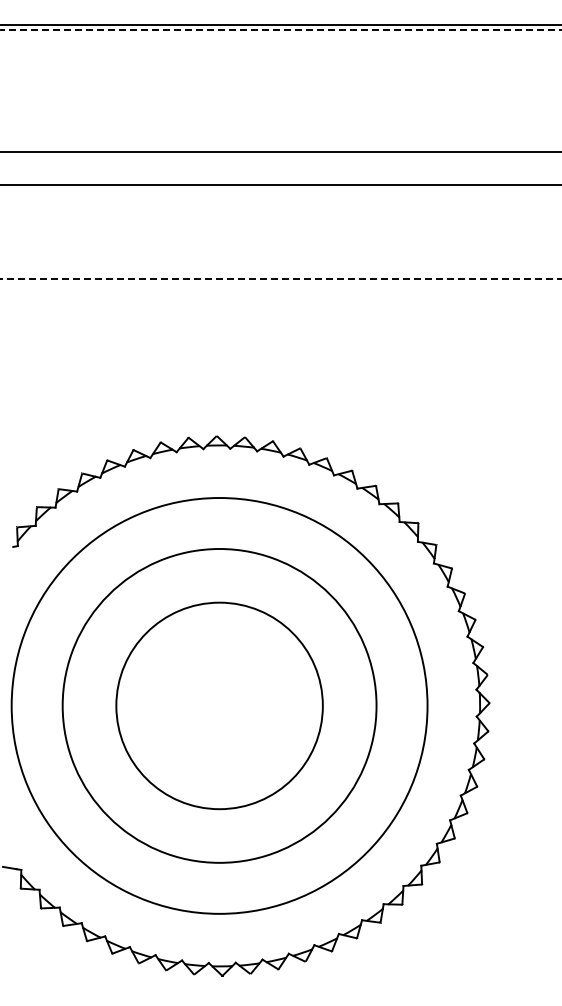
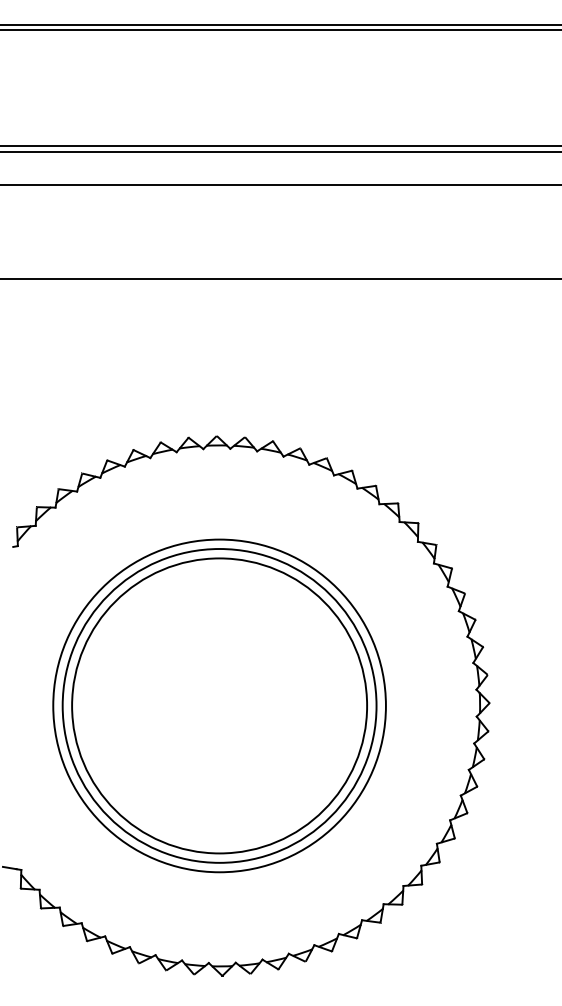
line at (280, 30): dashed -> solid
line at (280, 146): none -> present
line at (280, 279): dashed -> solid
circle at (219, 705) diameter: 207 px -> 295 px
circle at (219, 705) diameter: 416 px -> 333 px
